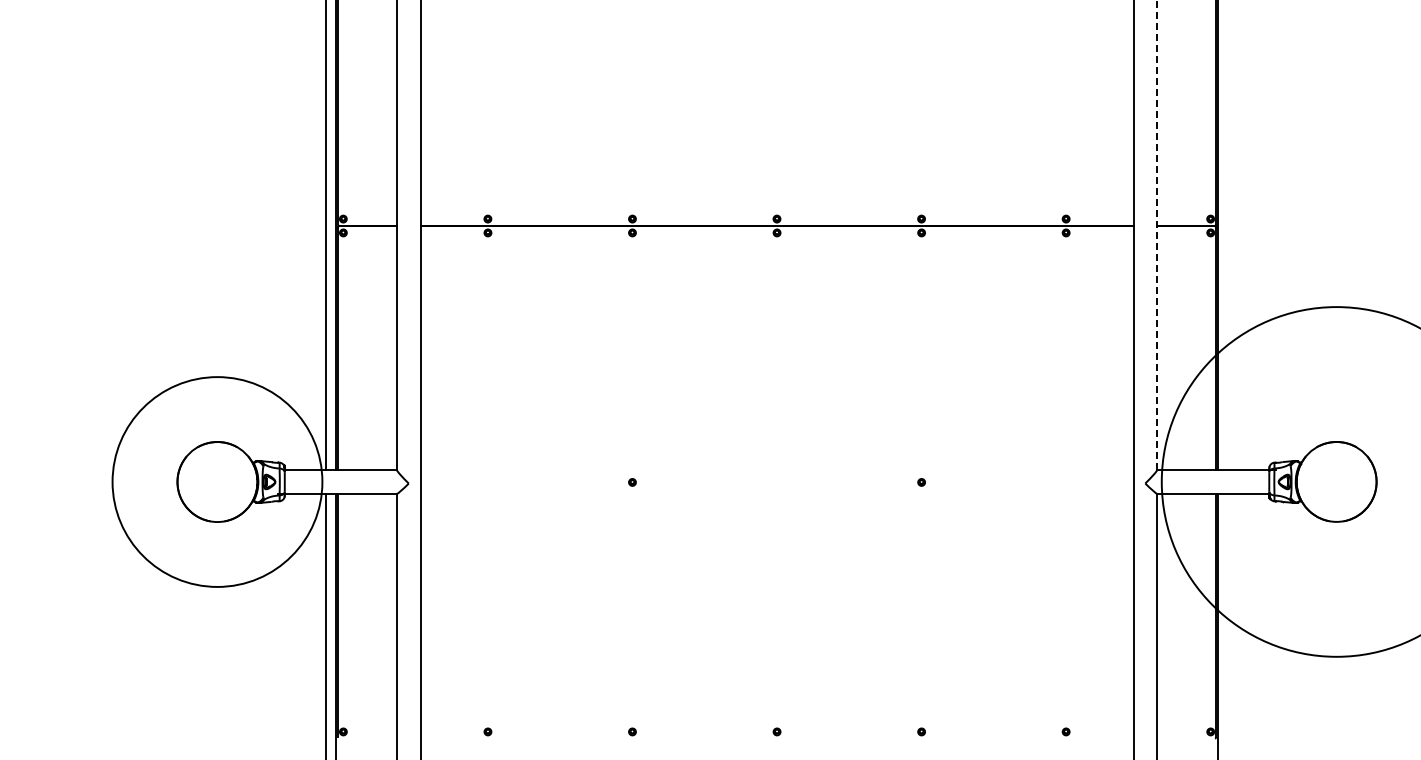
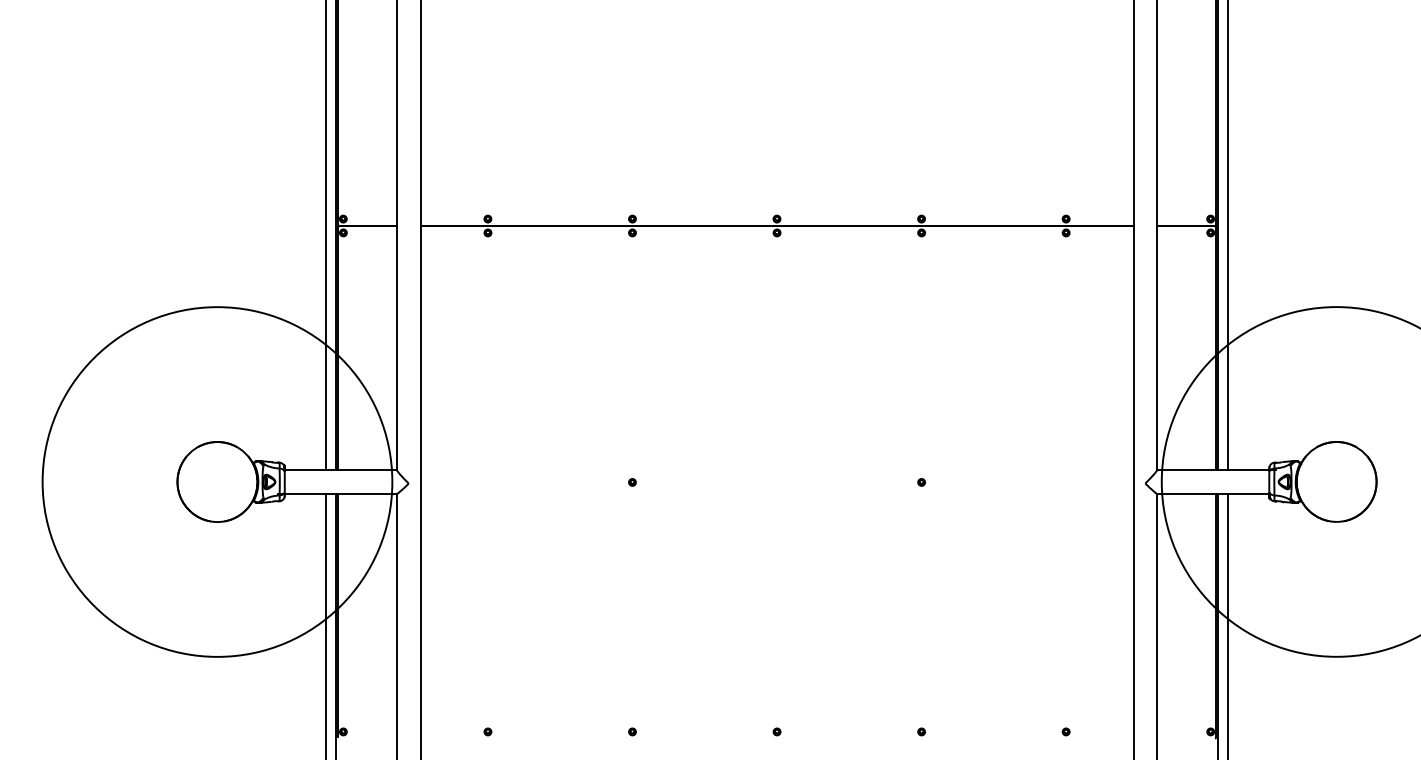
line at (1157, 235): dashed -> solid
line at (1228, 236): none -> present
circle at (217, 481) diameter: 210 px -> 350 px
line at (1228, 624): none -> present
